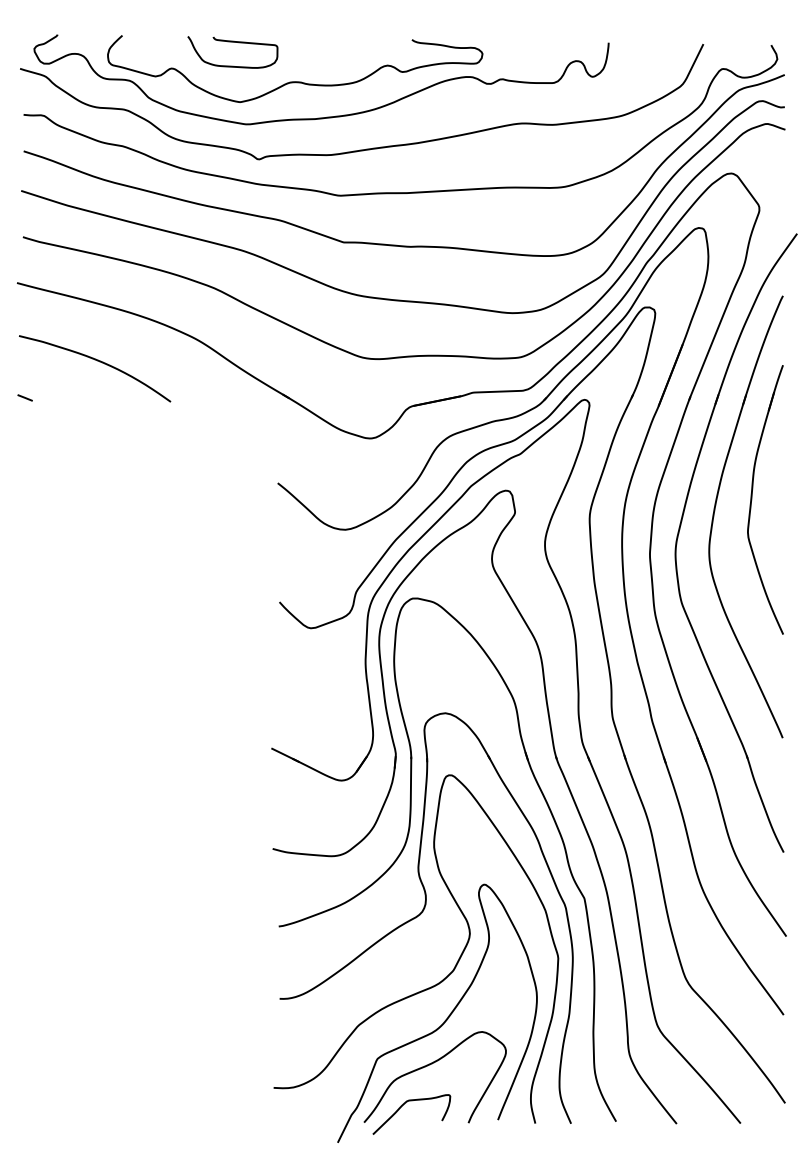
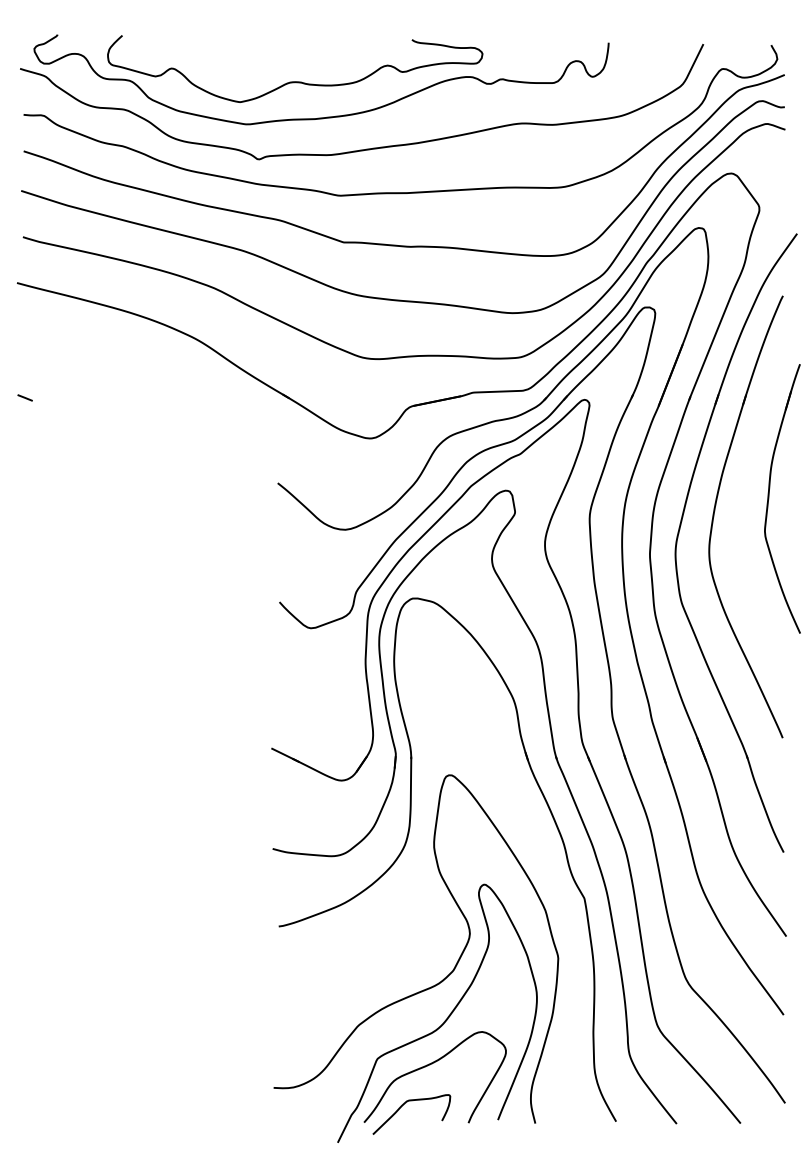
curve at (232, 42): present -> none
curve at (99, 362): present -> none
part at (752, 499) position: (752, 499) -> (769, 498)
part at (426, 917): present -> none
